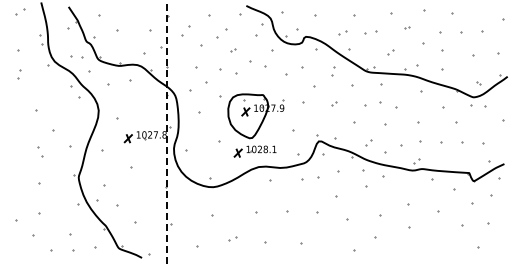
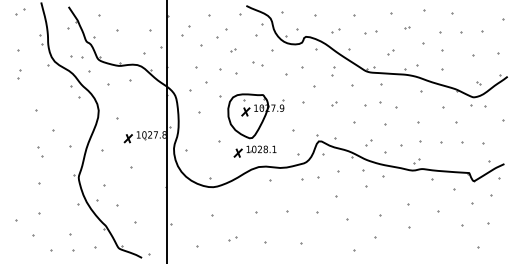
part at (342, 32) position: (342, 32) -> (335, 30)
part at (257, 63) size: 18x8 px -> 12x6 px
line at (167, 131): dashed -> solid
